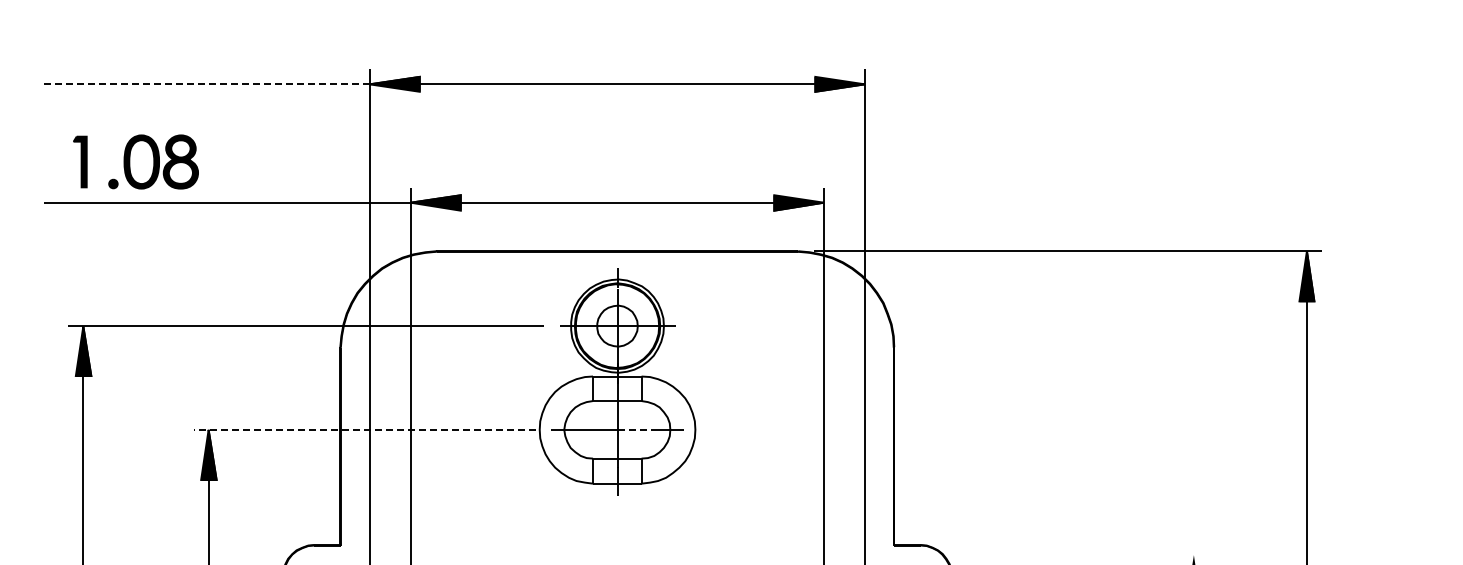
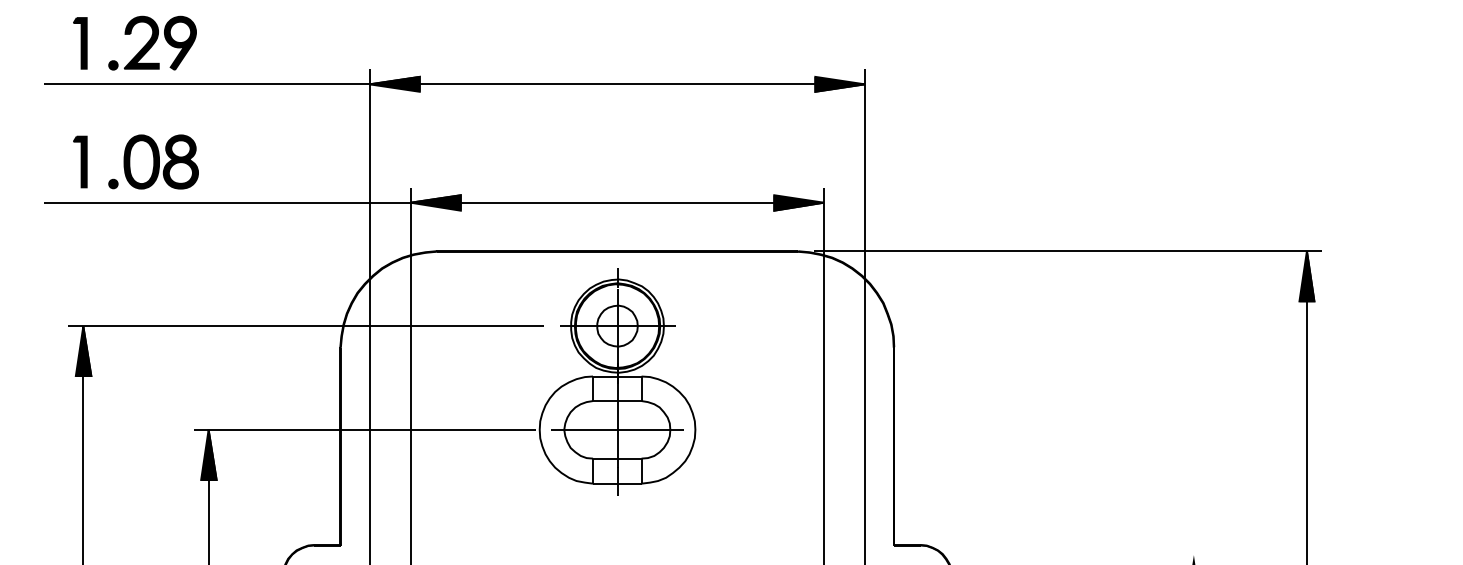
part at (130, 34): none -> present
line at (206, 84): dashed -> solid
line at (364, 429): dashed -> solid
line at (636, 429): dashed -> solid
